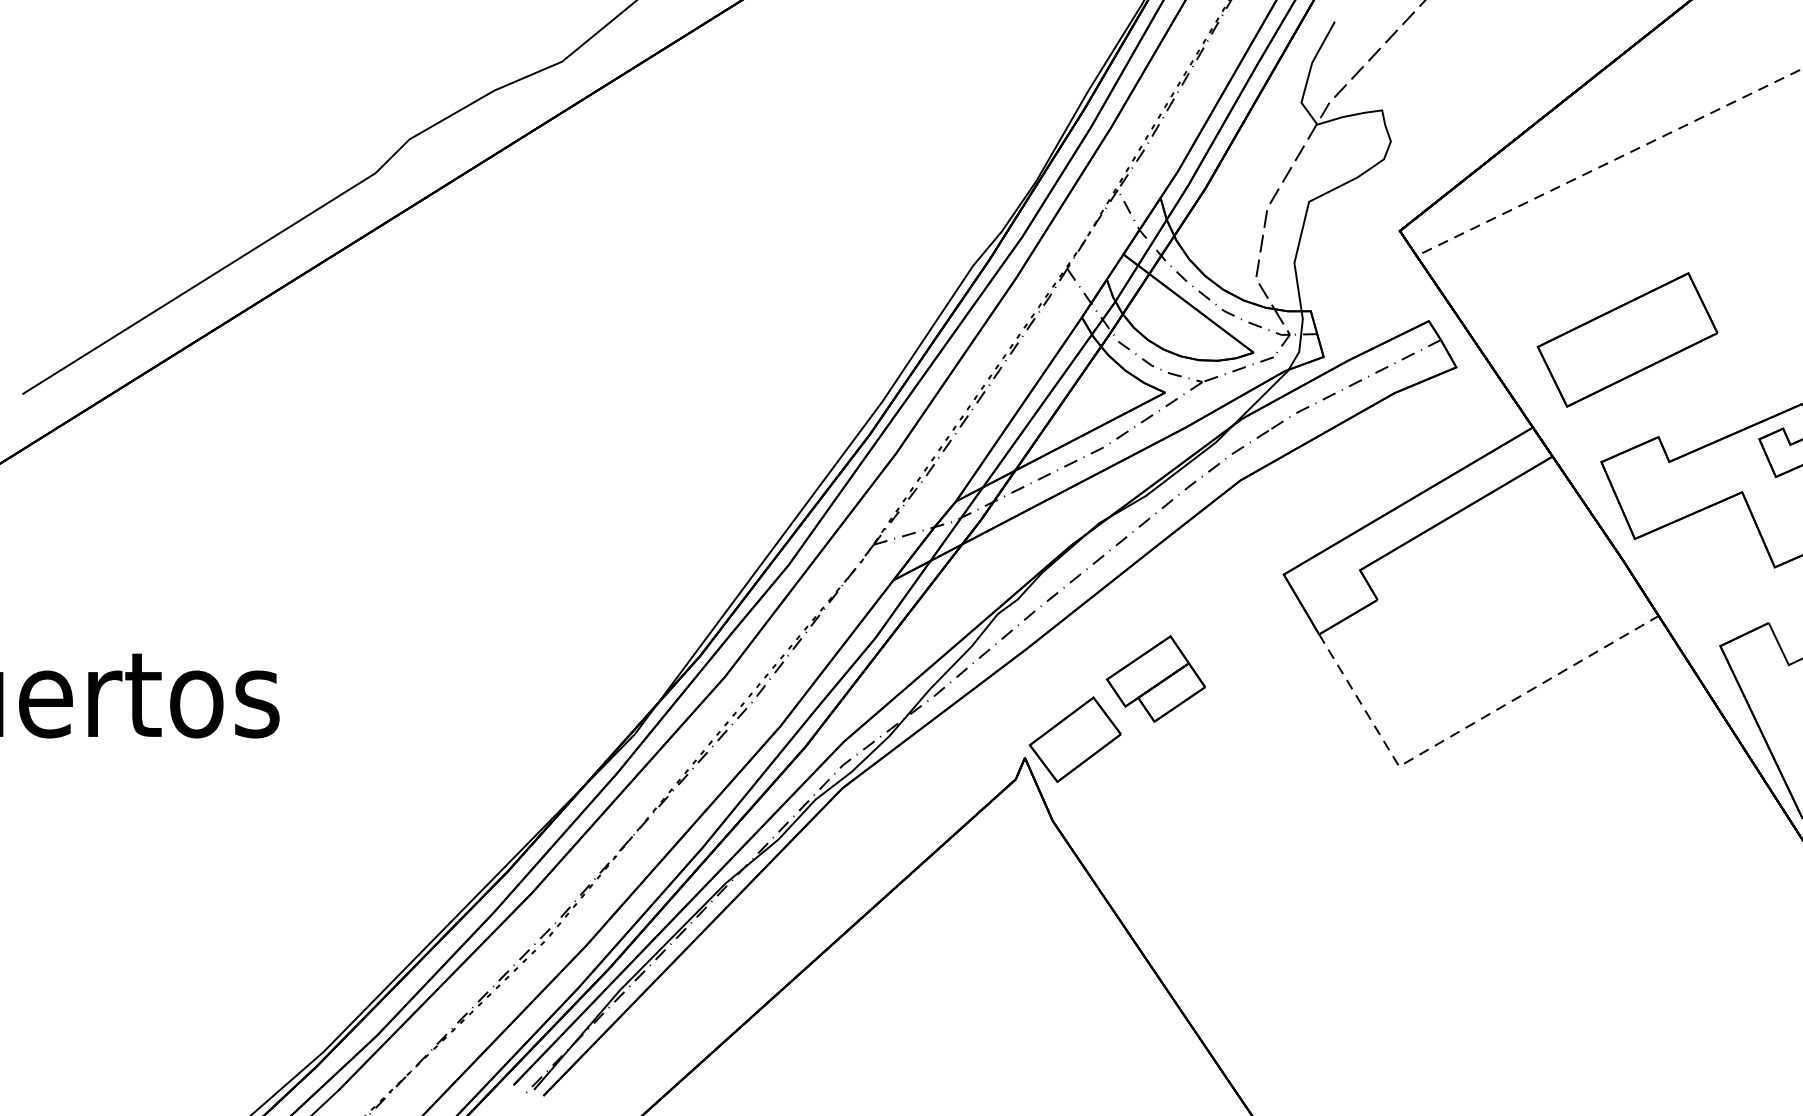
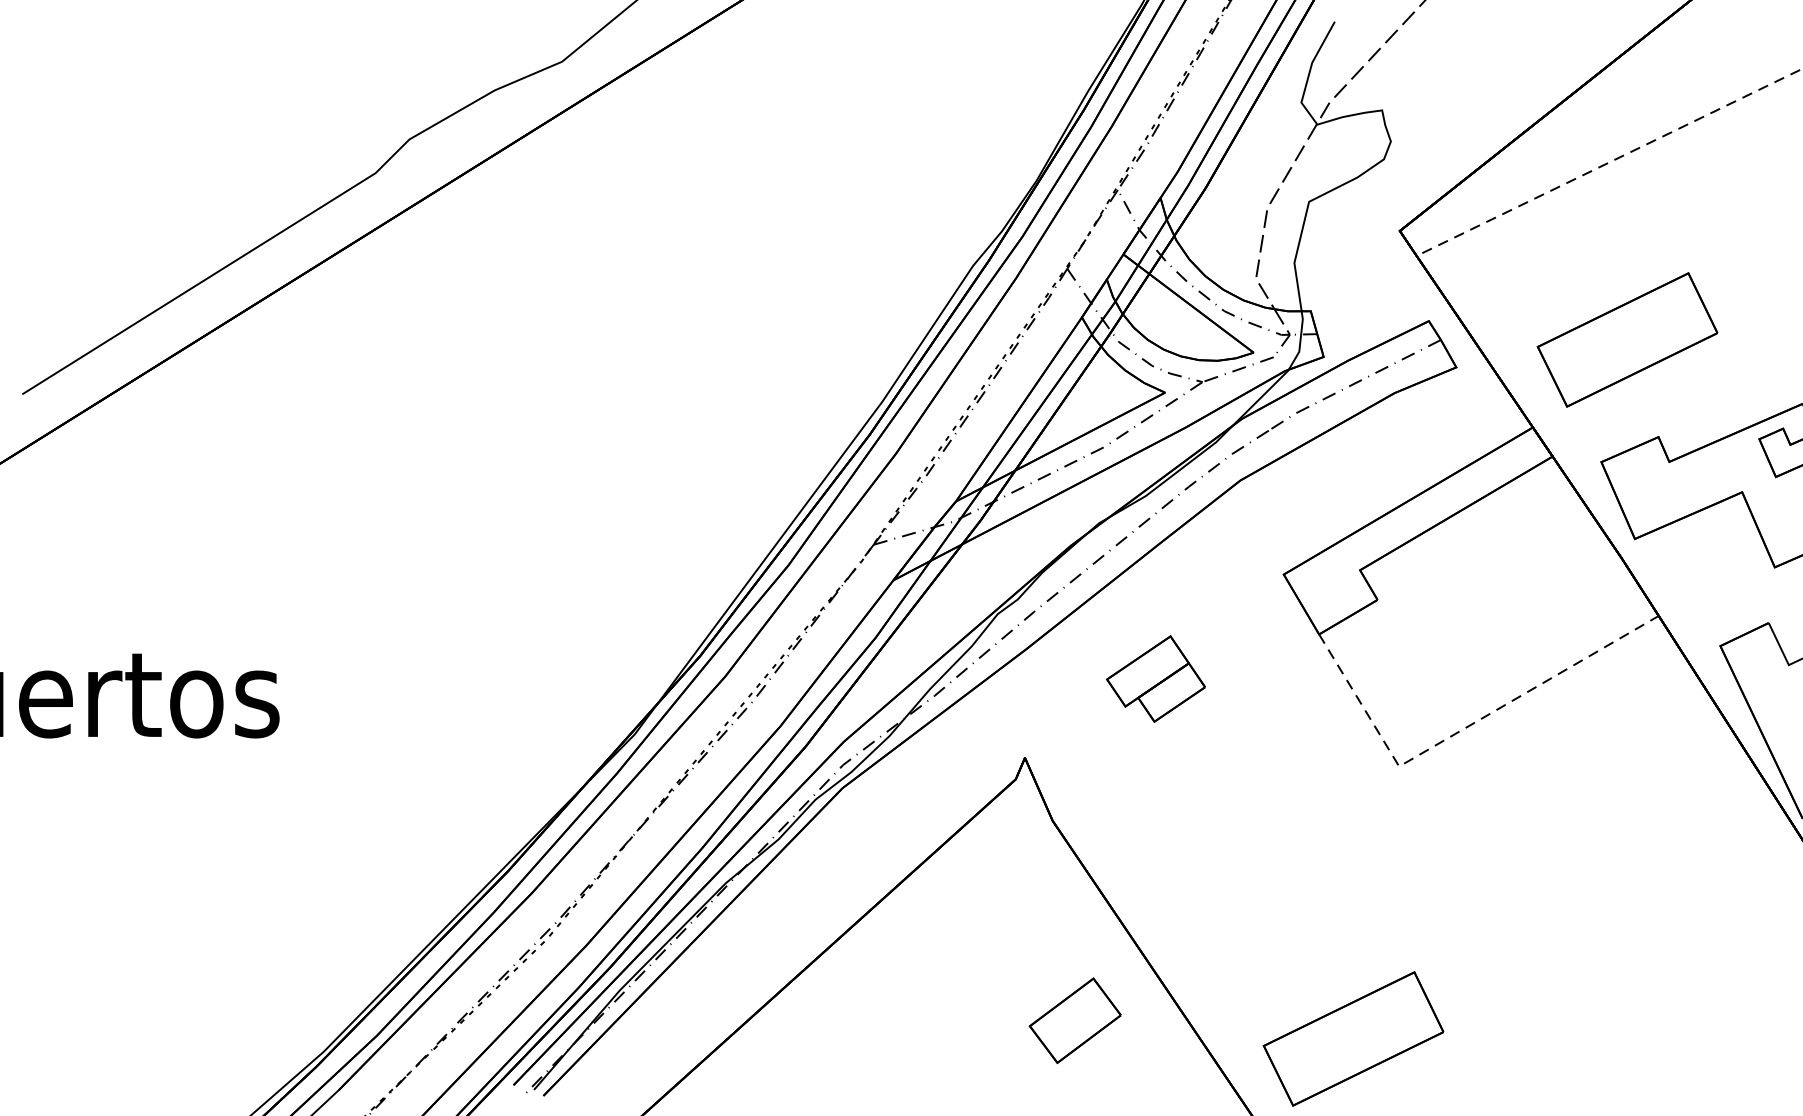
part at (1074, 739) position: (1074, 739) -> (1074, 1020)
part at (1353, 1038): none -> present
